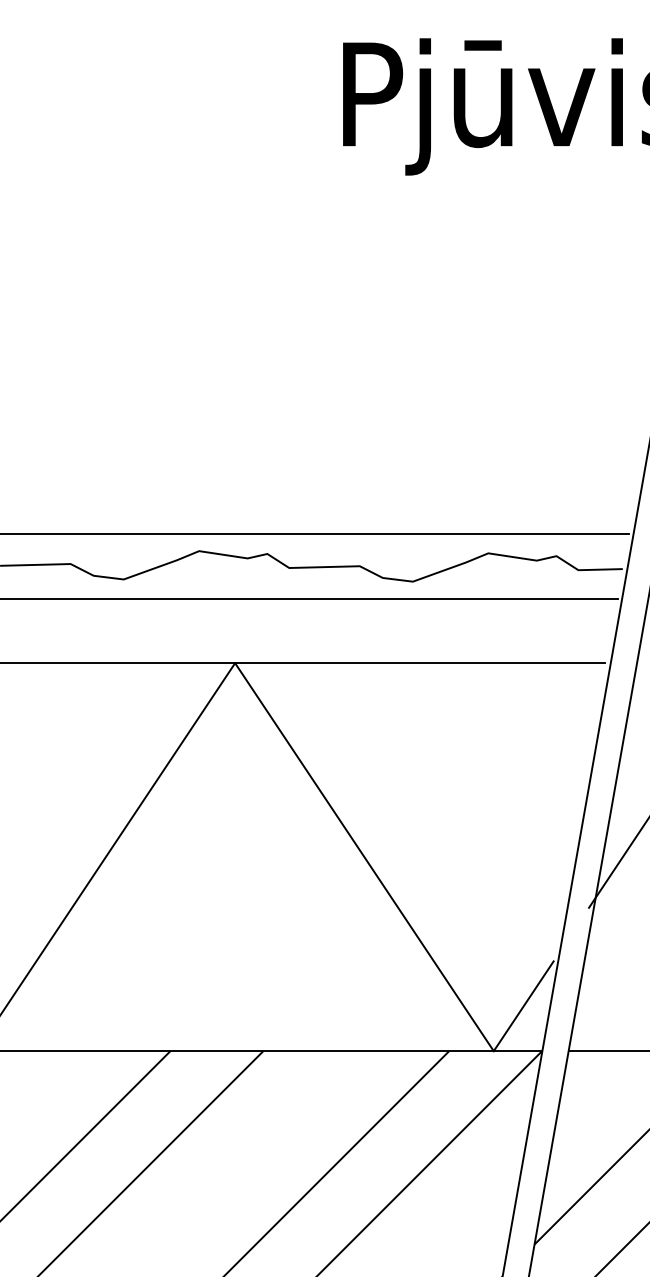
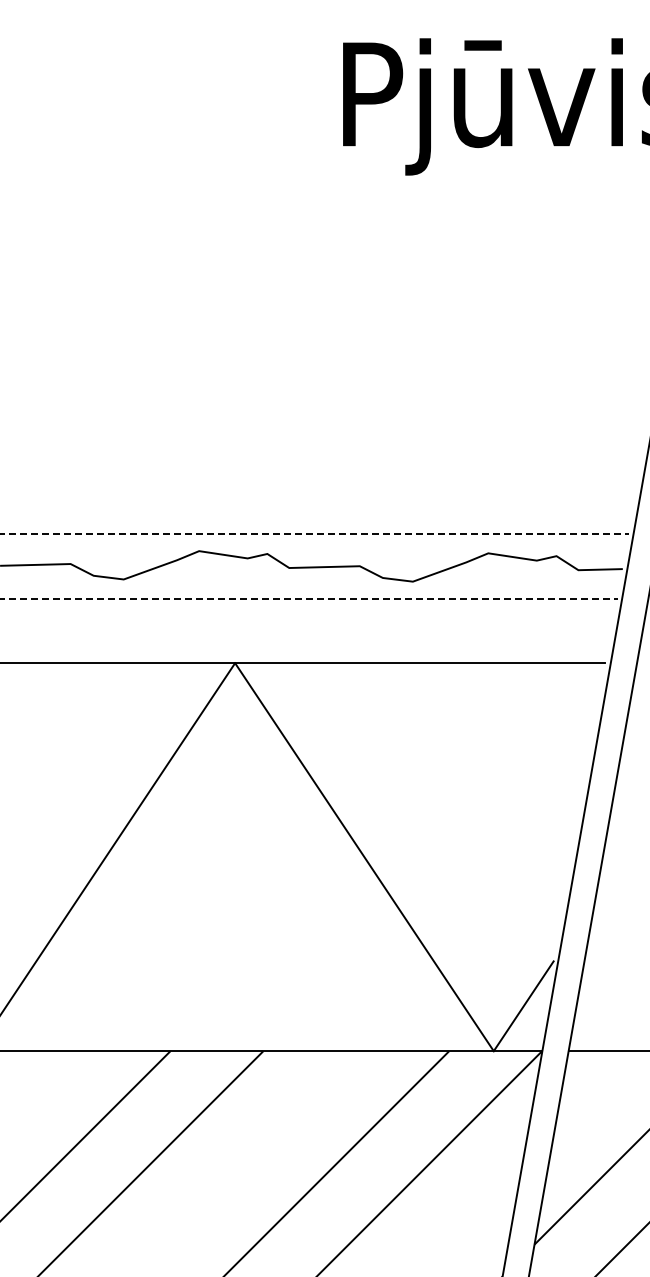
line at (315, 533): solid -> dashed
line at (309, 598): solid -> dashed
line at (617, 863): present -> none
